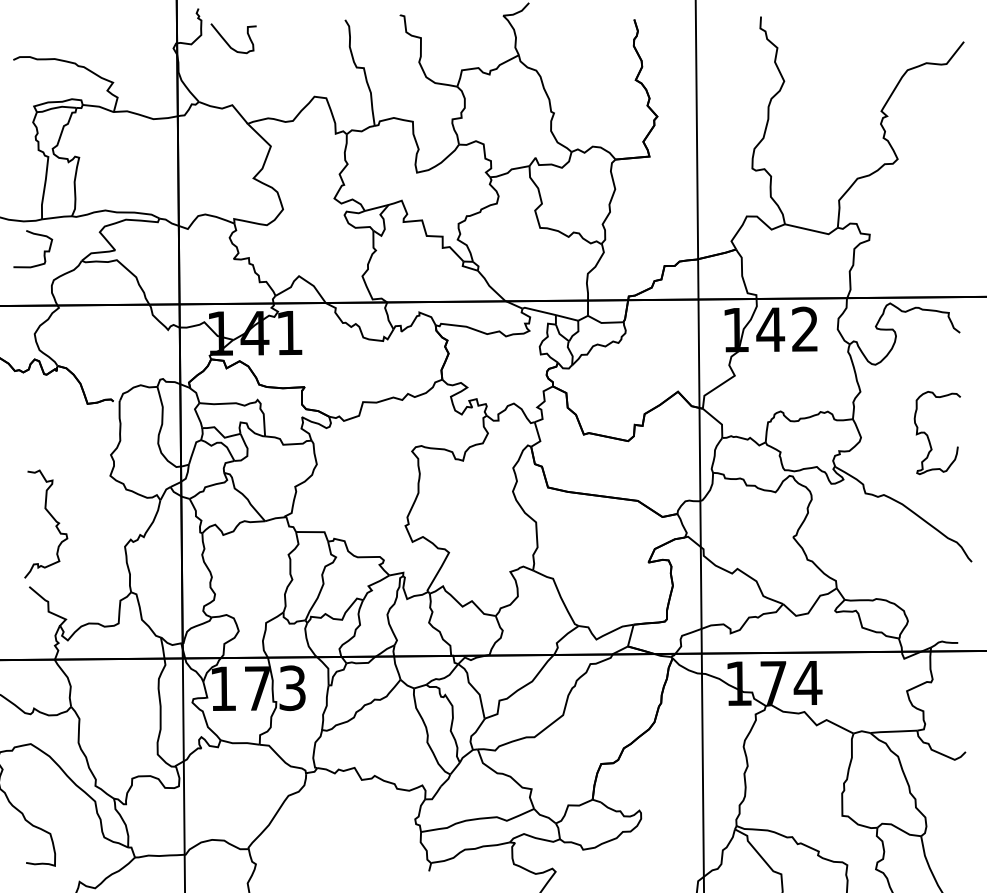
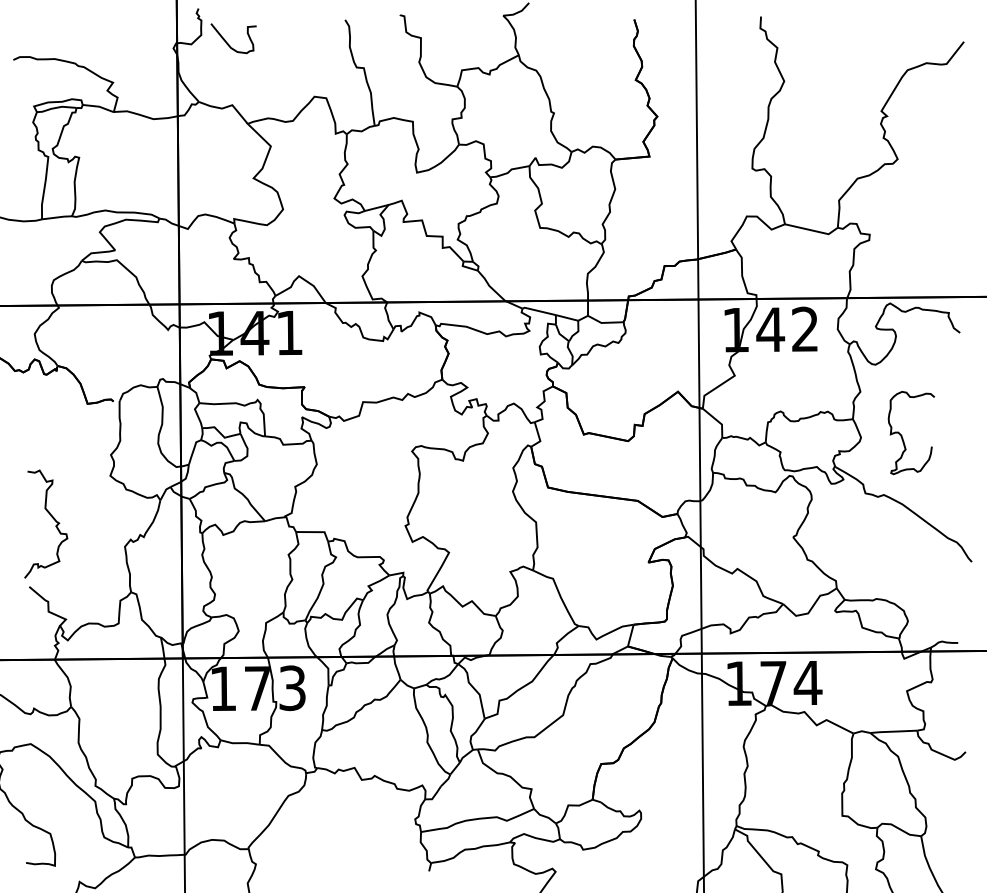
curve at (43, 251): present -> none
curve at (928, 435) position: (928, 435) -> (902, 435)
